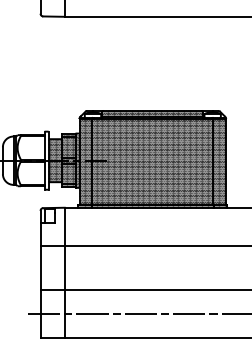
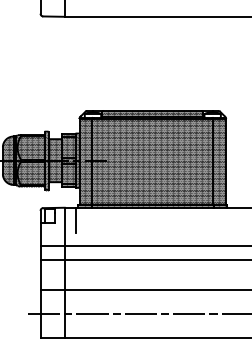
hatch at (25, 161): none -> present
line at (75, 219): none -> present
line at (144, 260): none -> present
